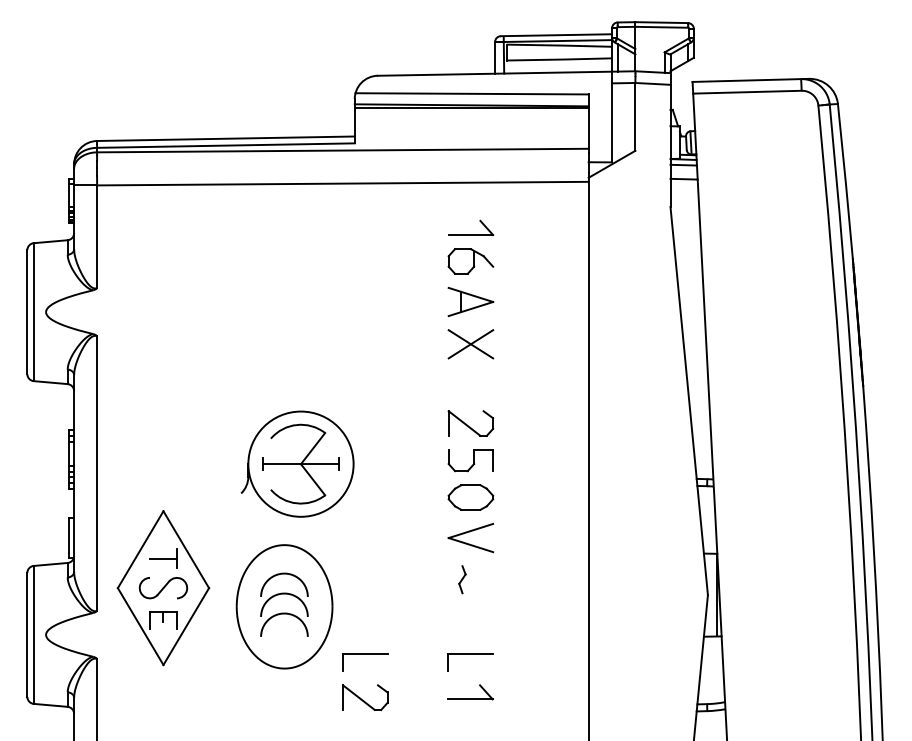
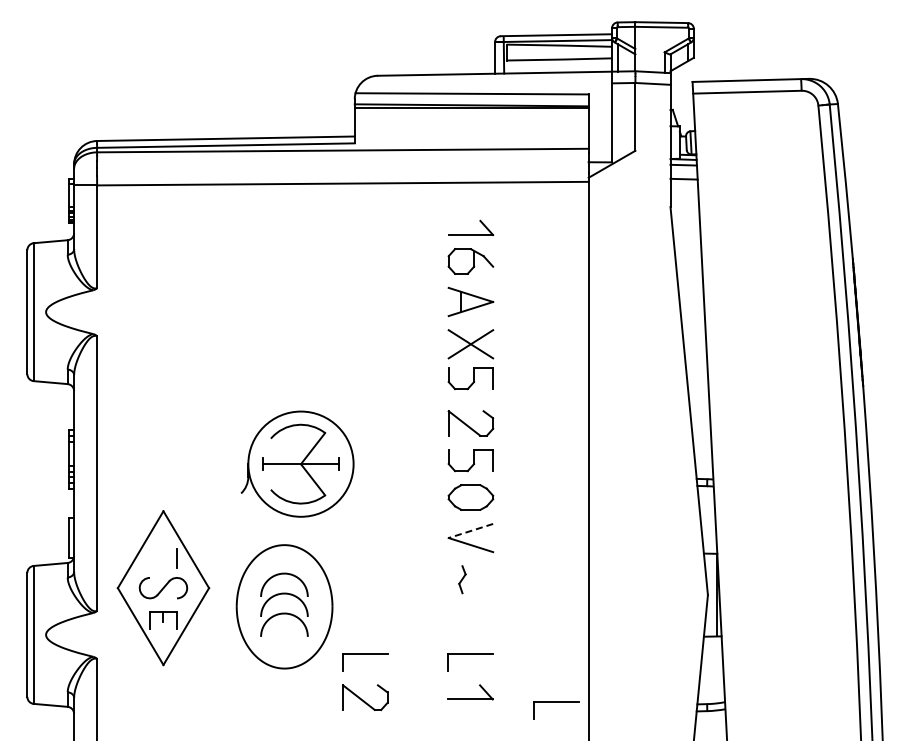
part at (470, 378): none -> present
line at (470, 531): solid -> dashed
line at (163, 558): present -> none
part at (556, 702): none -> present
